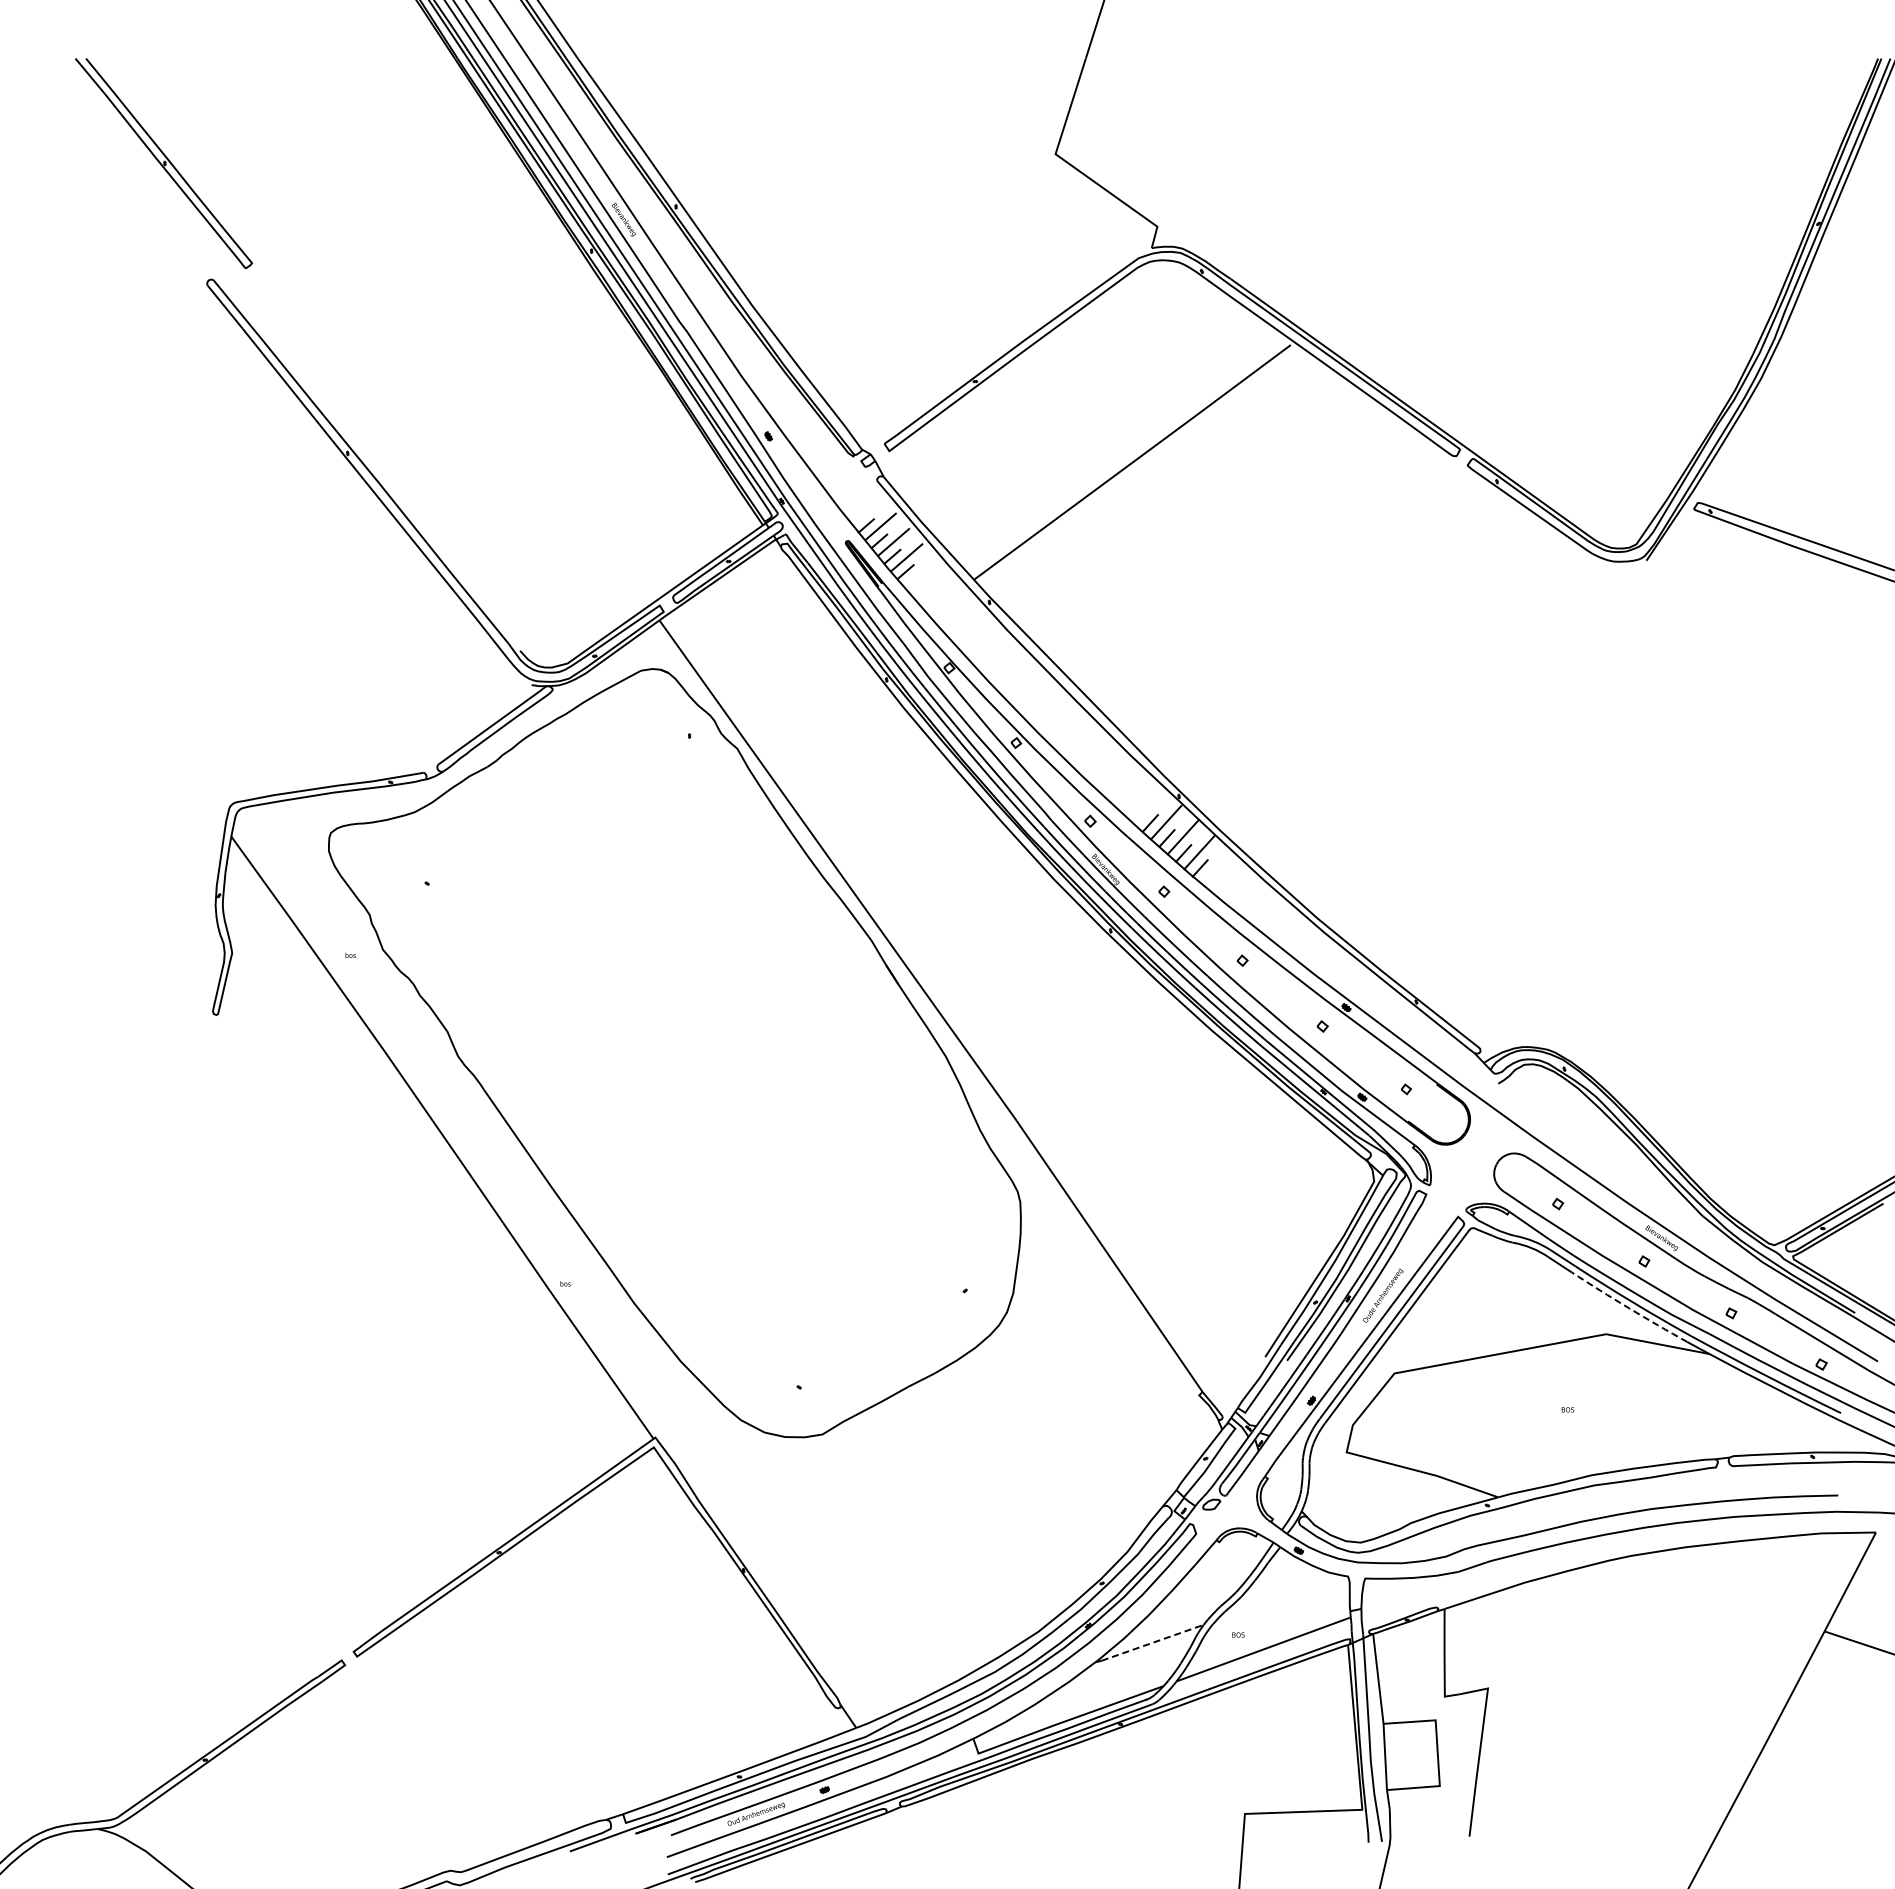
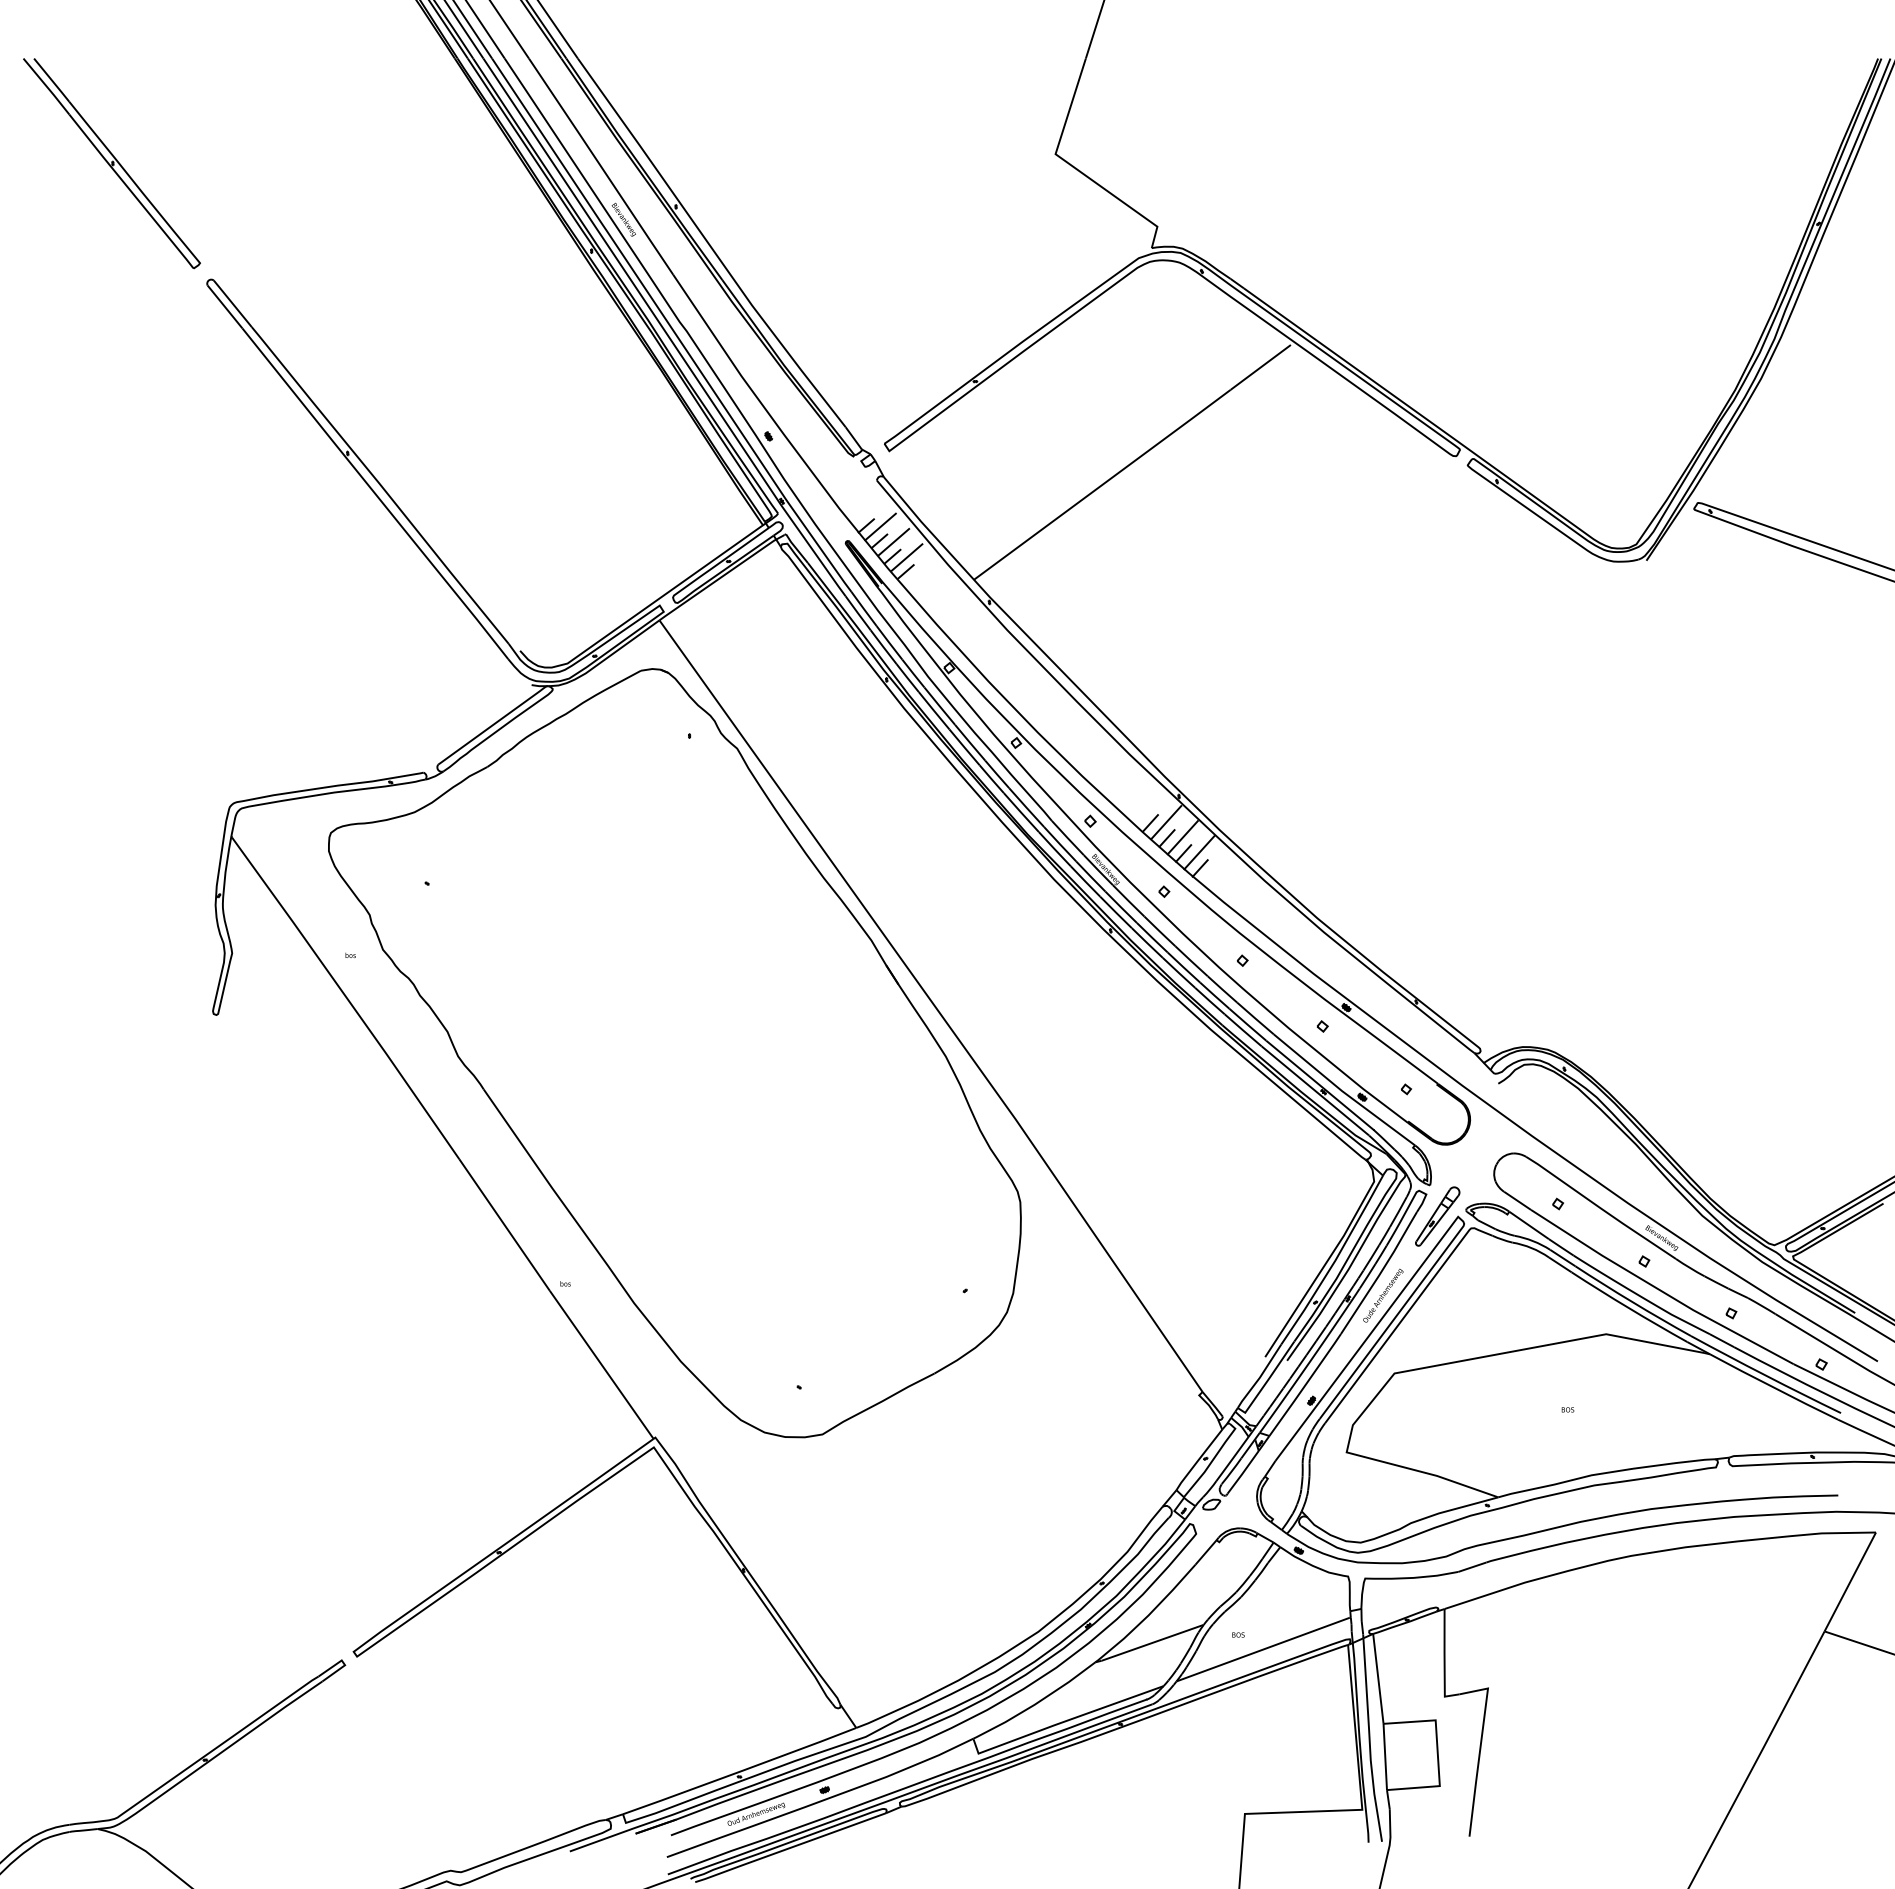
part at (163, 163) position: (163, 163) -> (111, 163)
part at (1437, 1216): none -> present
line at (1628, 1308): dashed -> solid
line at (1153, 1642): dashed -> solid
